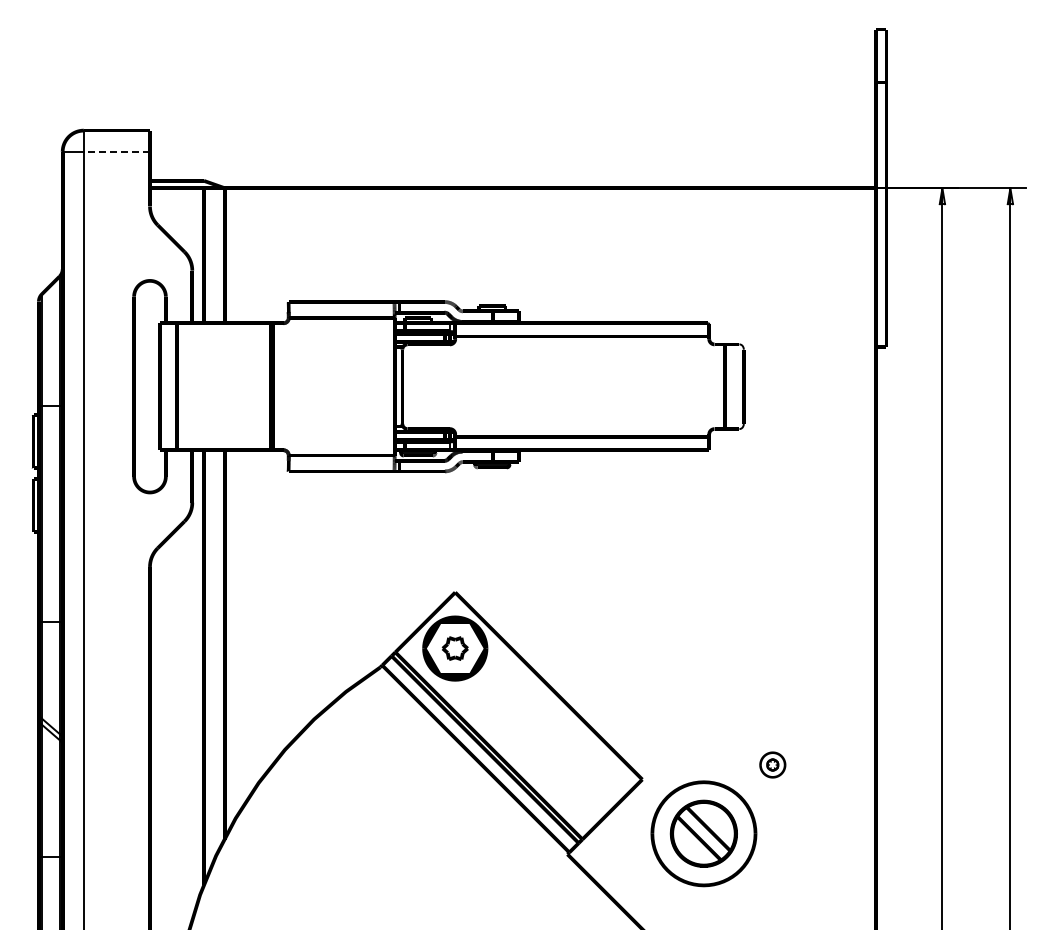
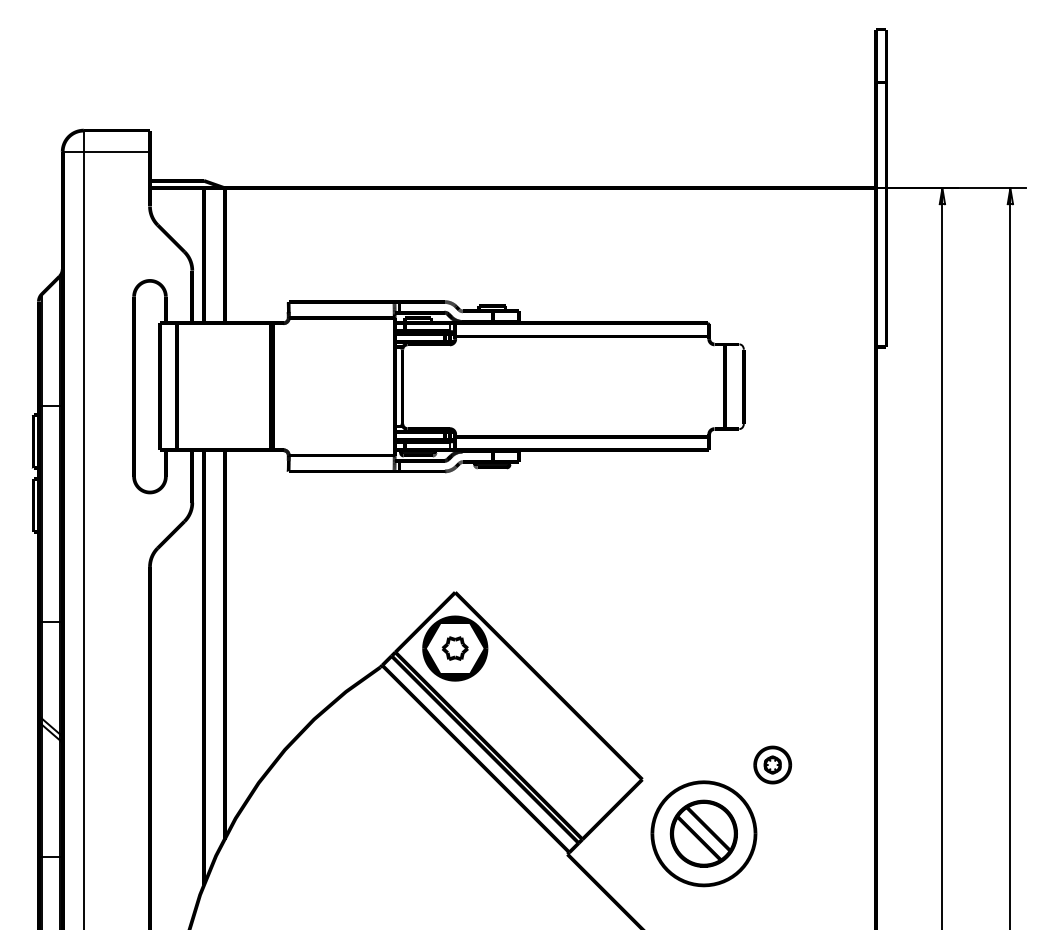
line at (116, 151): dashed -> solid
part at (772, 764) size: 28x28 px -> 40x40 px
